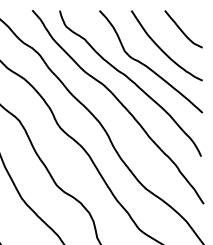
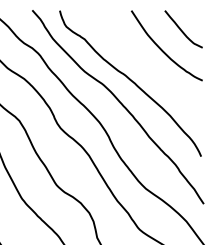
curve at (147, 65): present -> none
